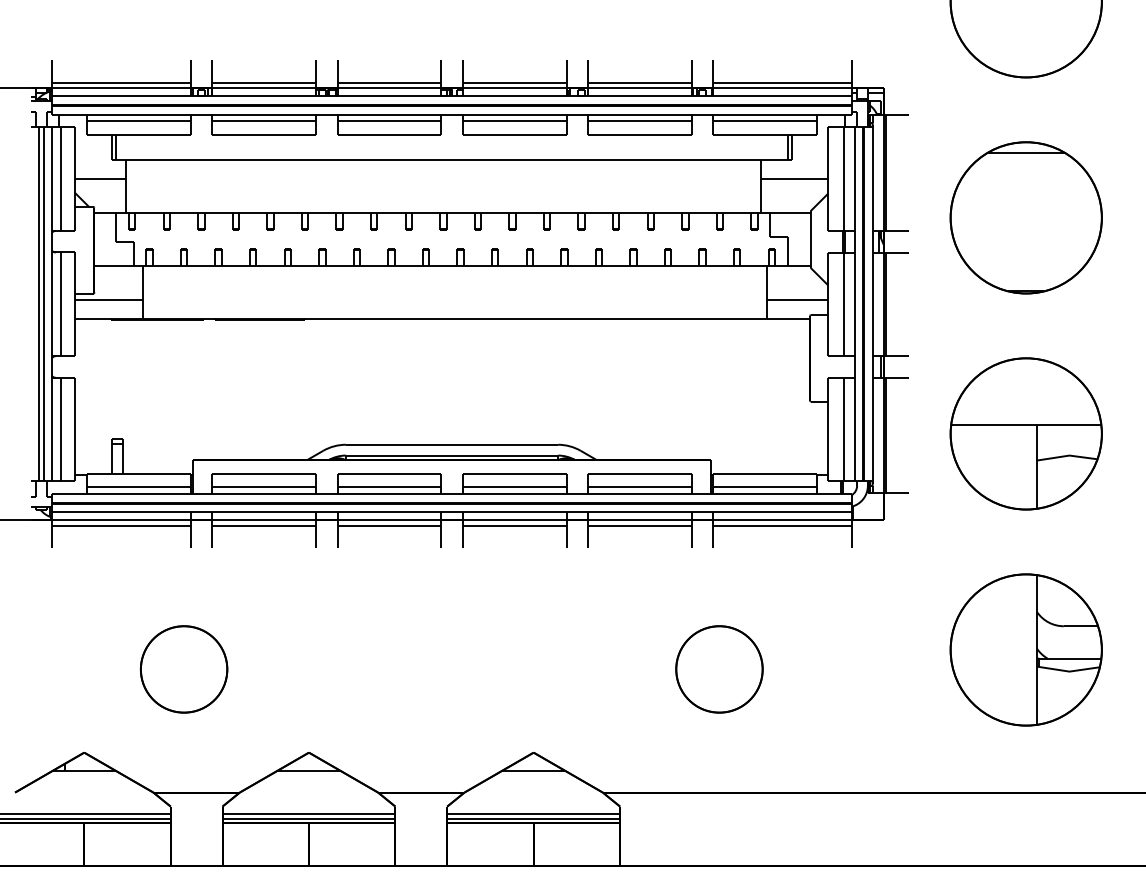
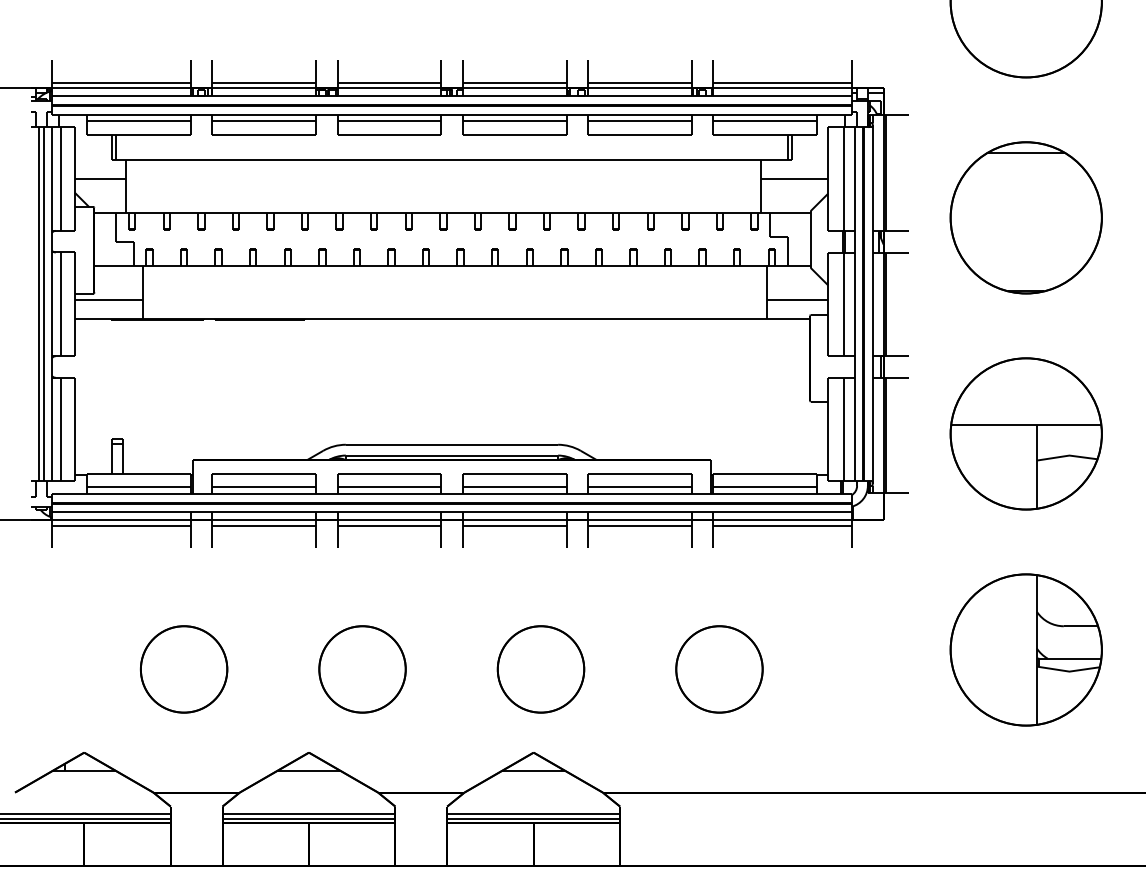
part at (362, 669): none -> present
part at (540, 669): none -> present
